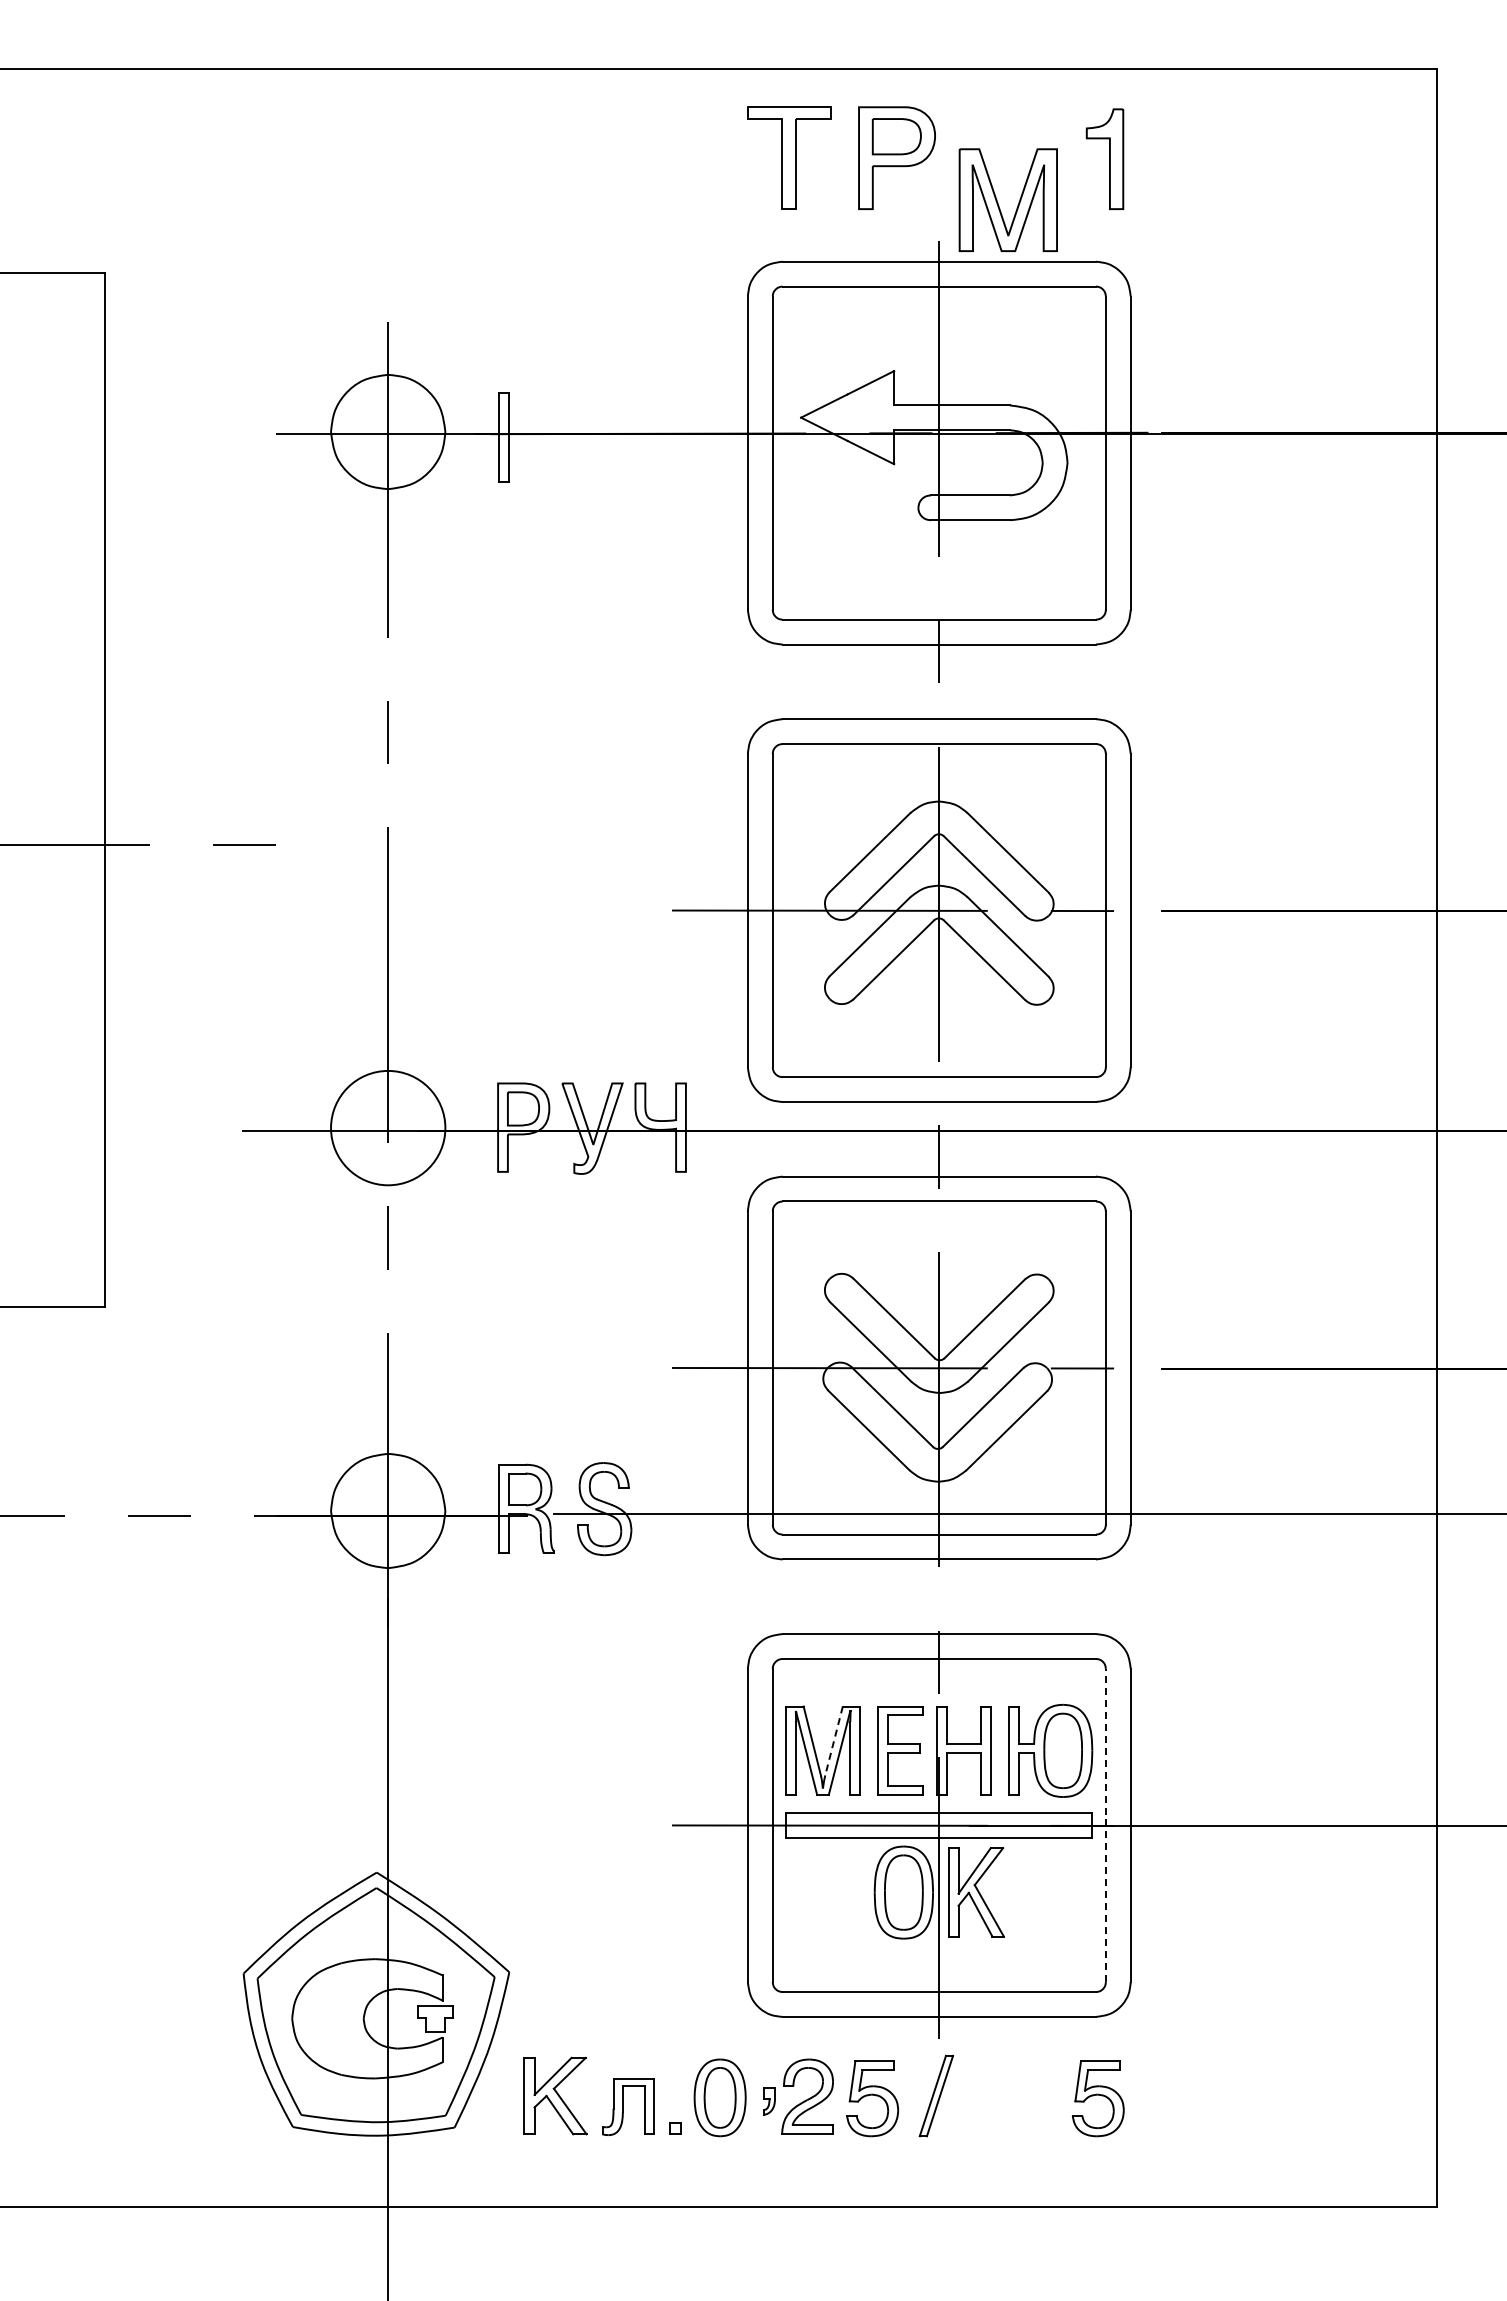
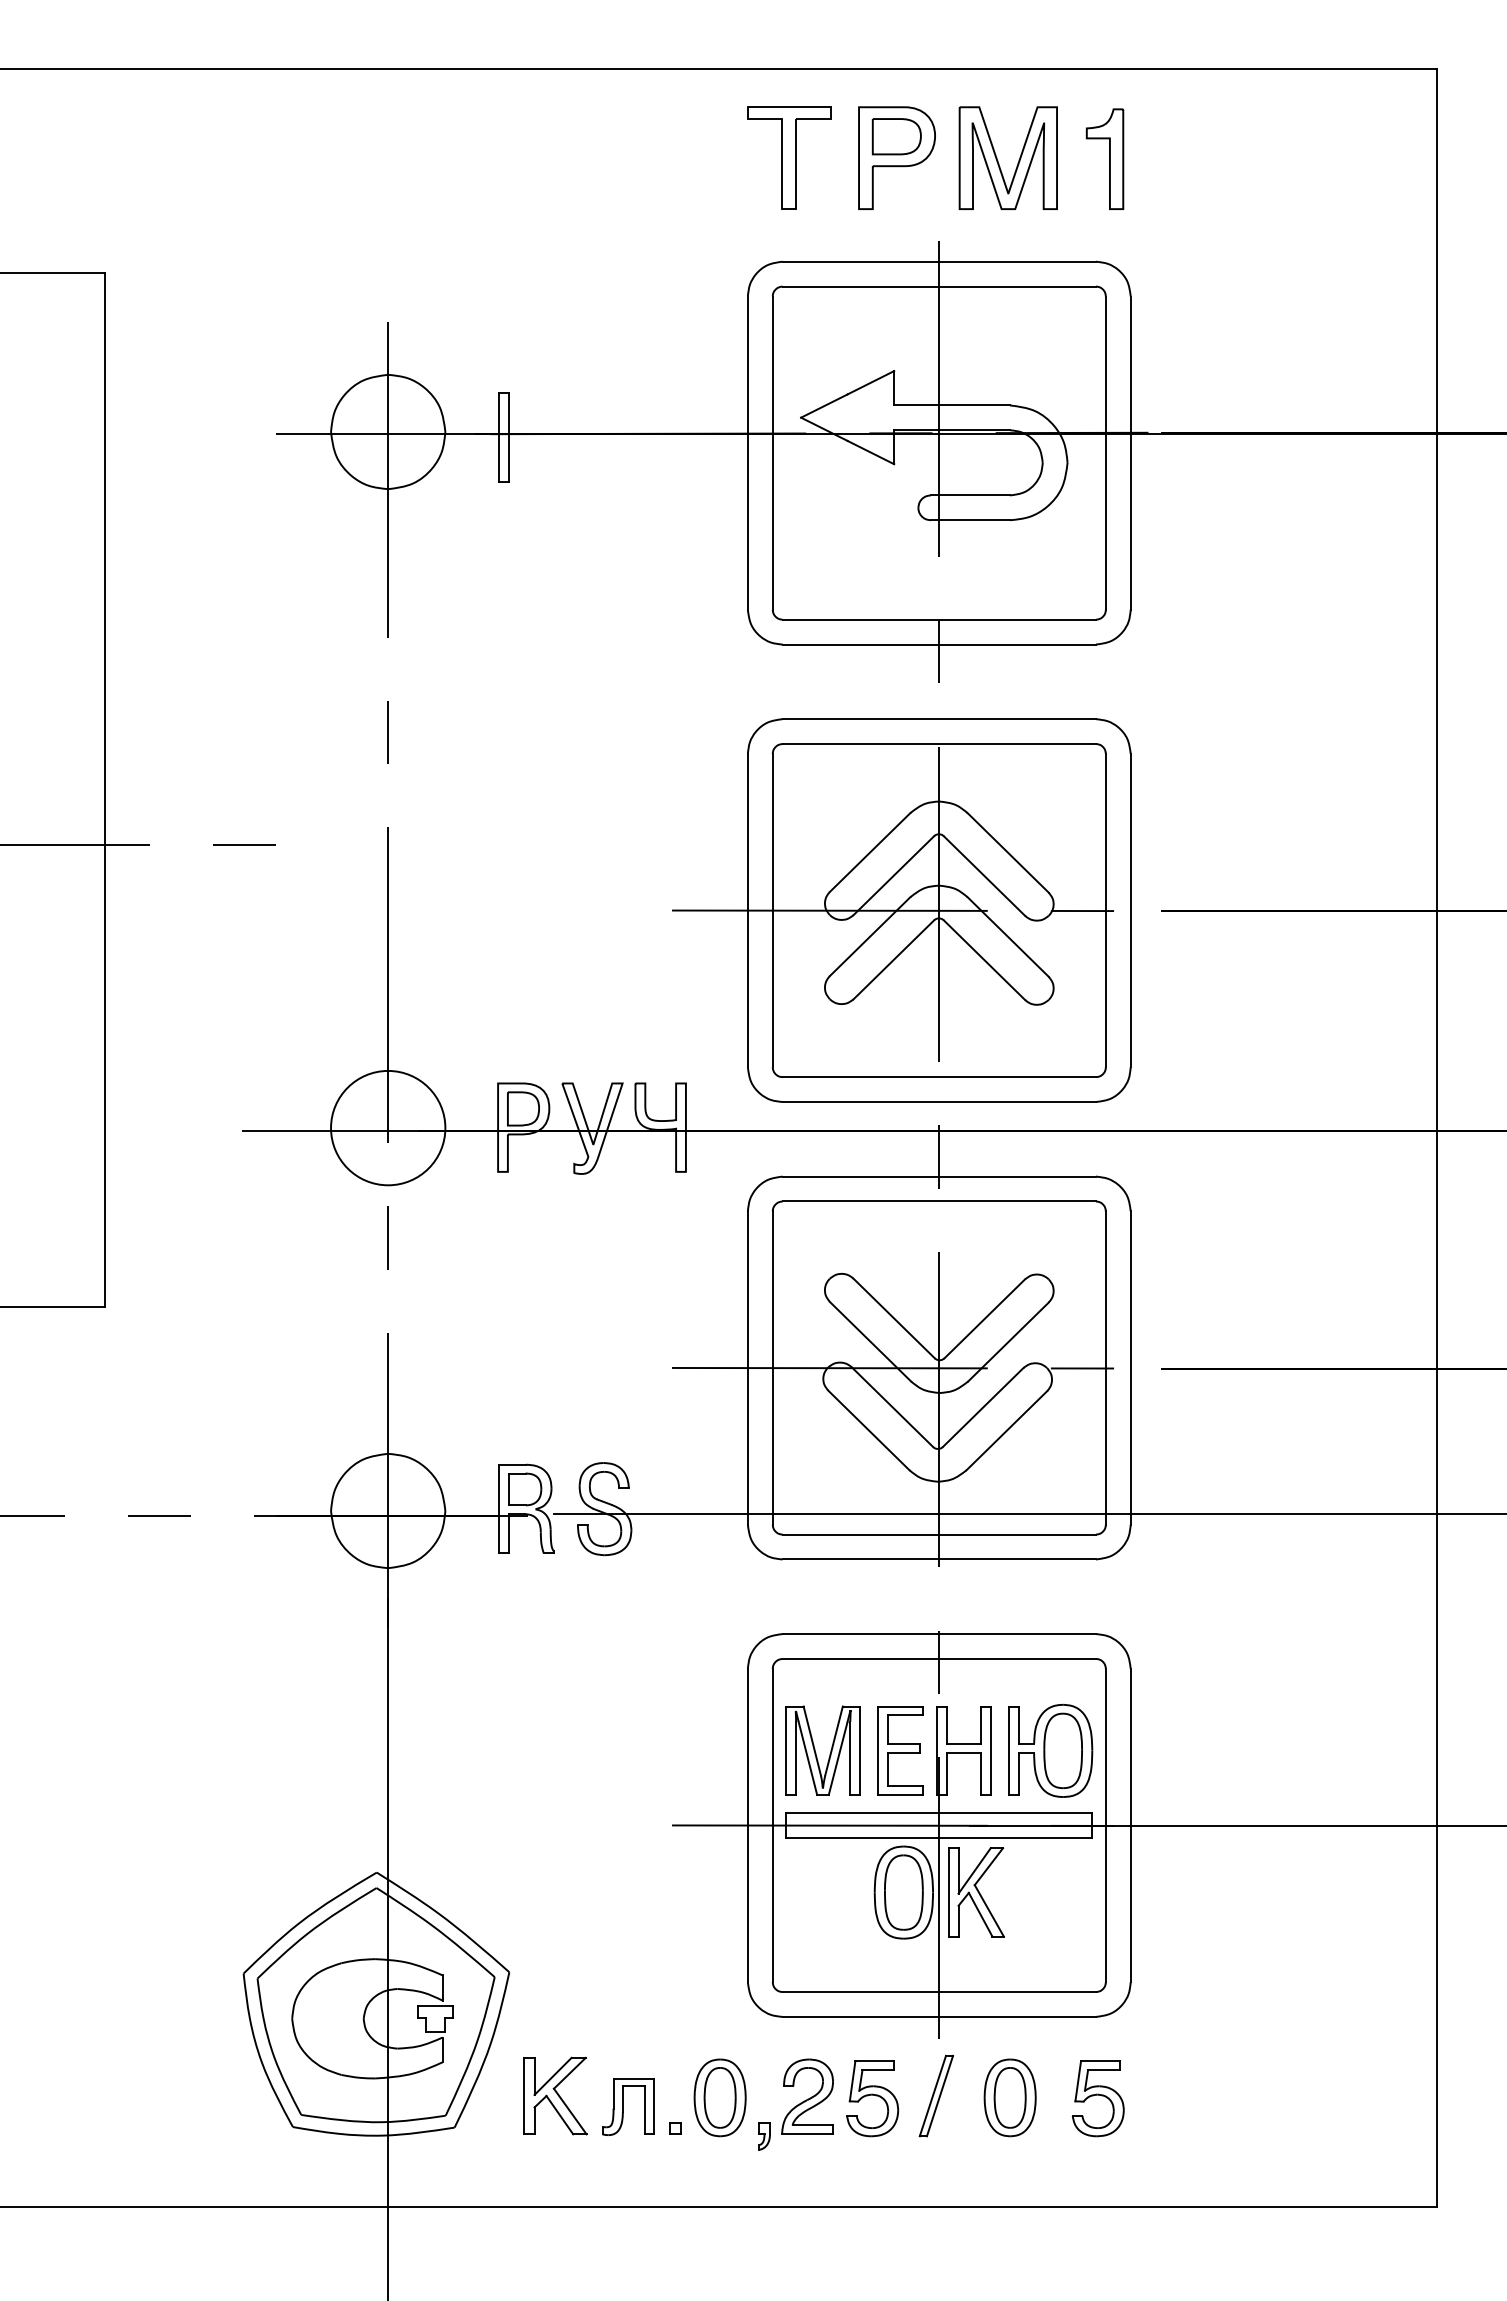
part at (998, 202) position: (998, 202) -> (998, 160)
line at (834, 1740): dashed -> solid
line at (1105, 1825): dashed -> solid
part at (1009, 2097): none -> present
part at (769, 2101) position: (769, 2101) -> (764, 2136)
